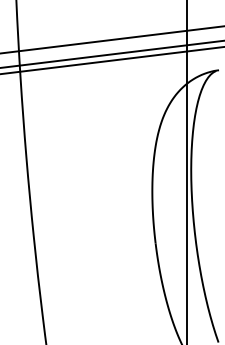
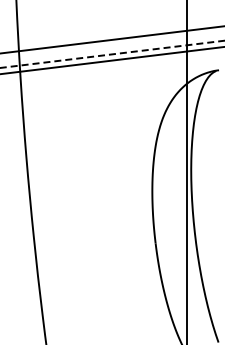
line at (112, 54): solid -> dashed
